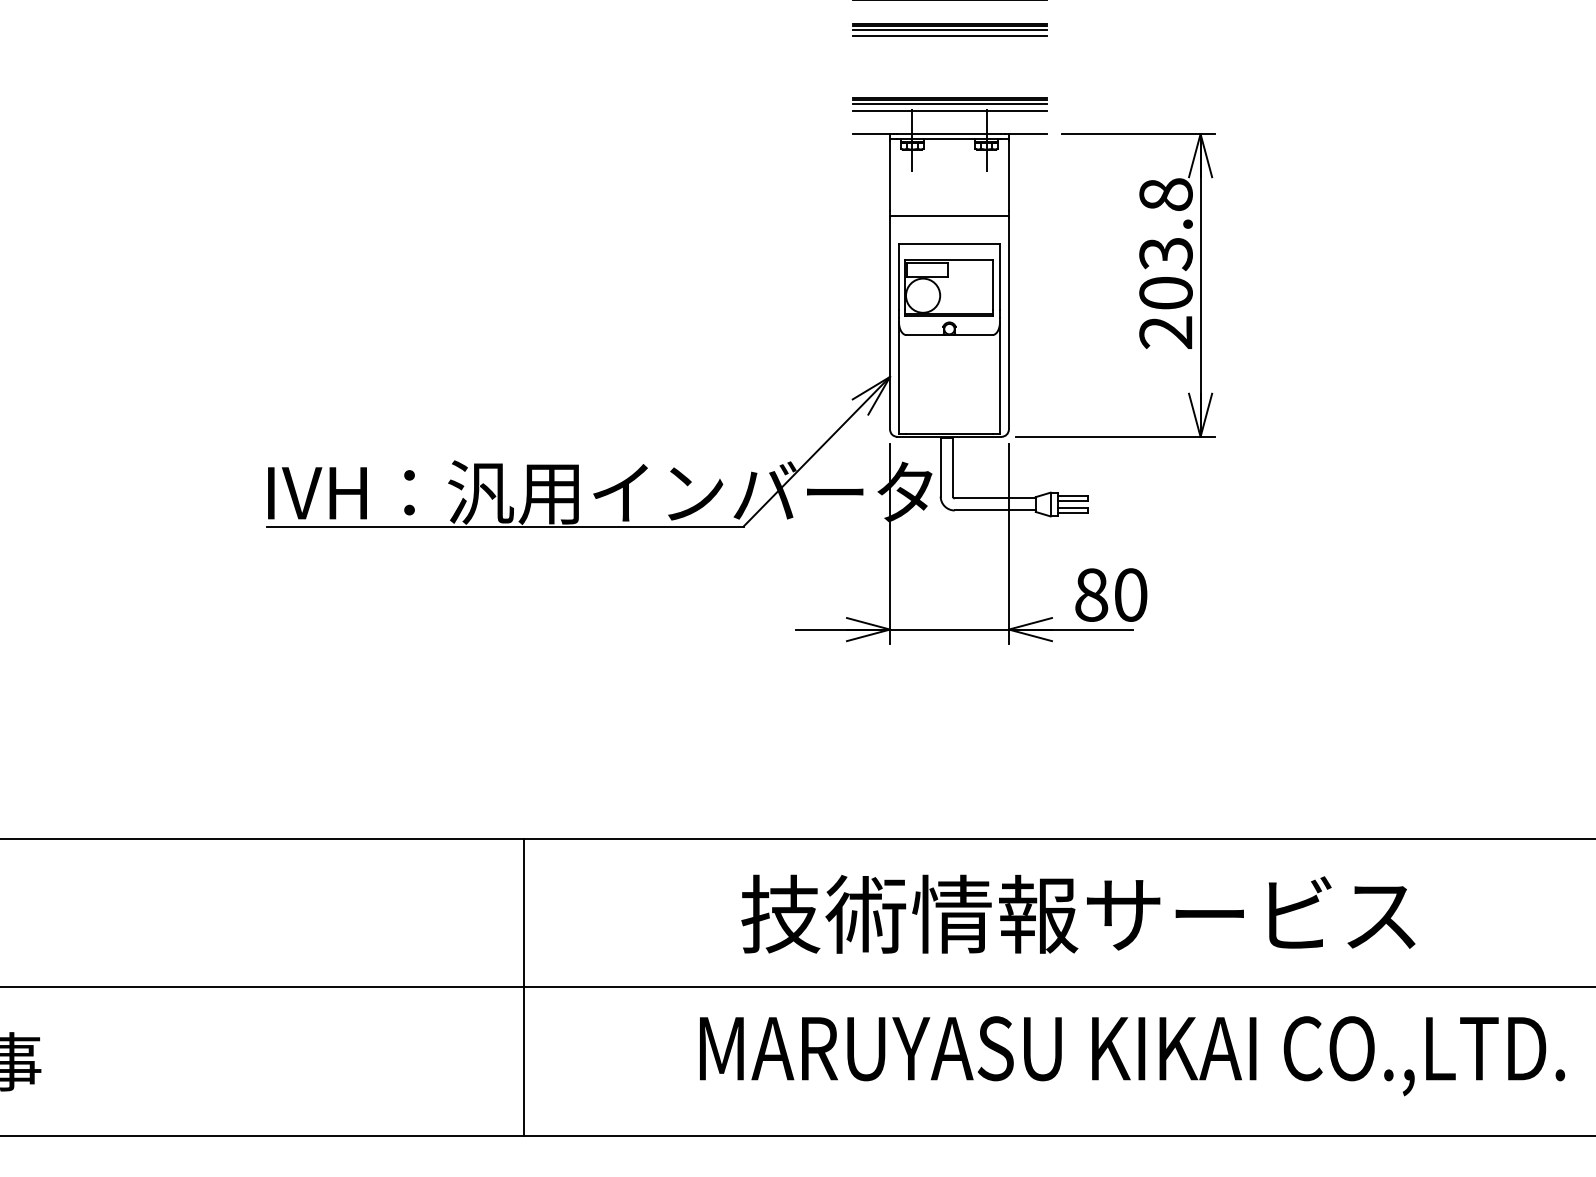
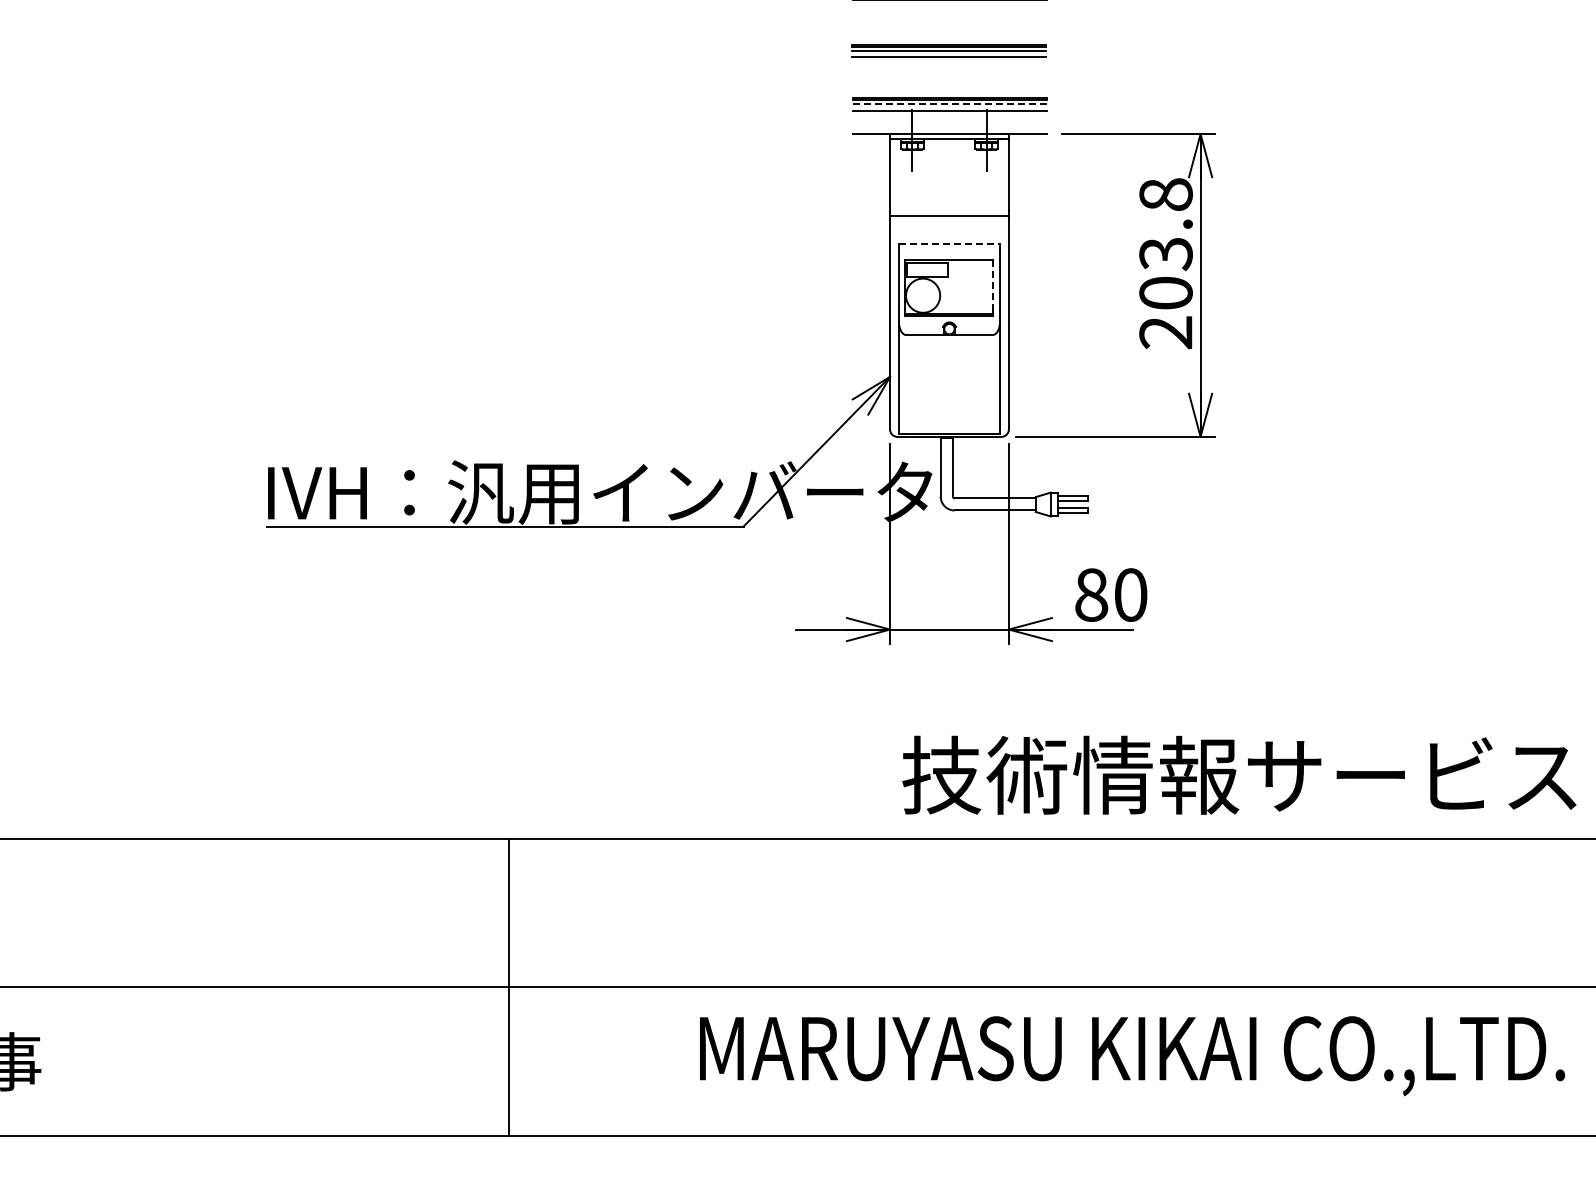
part at (949, 29) position: (949, 29) -> (948, 50)
line at (949, 104): solid -> dashed
line at (949, 243): solid -> dashed
line at (993, 285): solid -> dashed
text at (1078, 913) position: (1078, 913) -> (1239, 774)
line at (524, 986) position: (524, 986) -> (509, 986)
